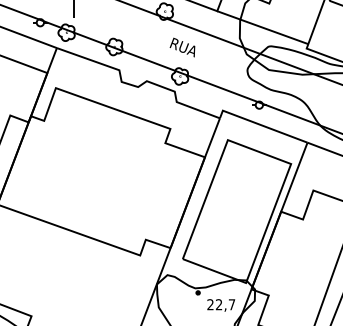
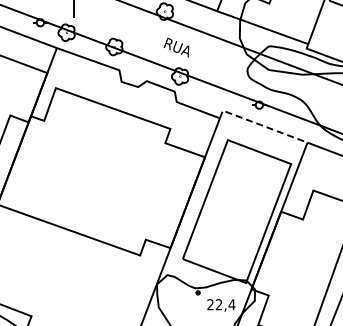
text at (182, 47) position: (182, 47) -> (176, 47)
line at (261, 125): solid -> dashed
text at (231, 304): 22,7 -> 22,4
